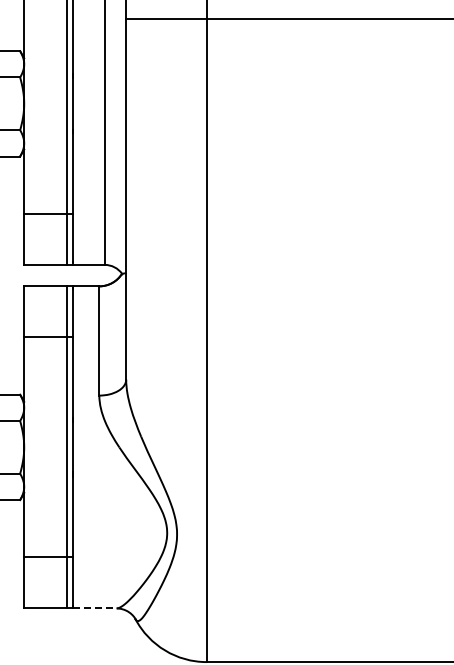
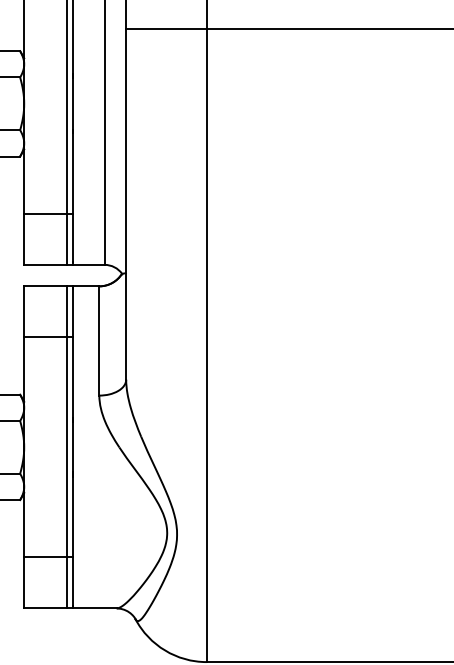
line at (288, 18) position: (288, 18) -> (288, 28)
line at (95, 608): dashed -> solid
